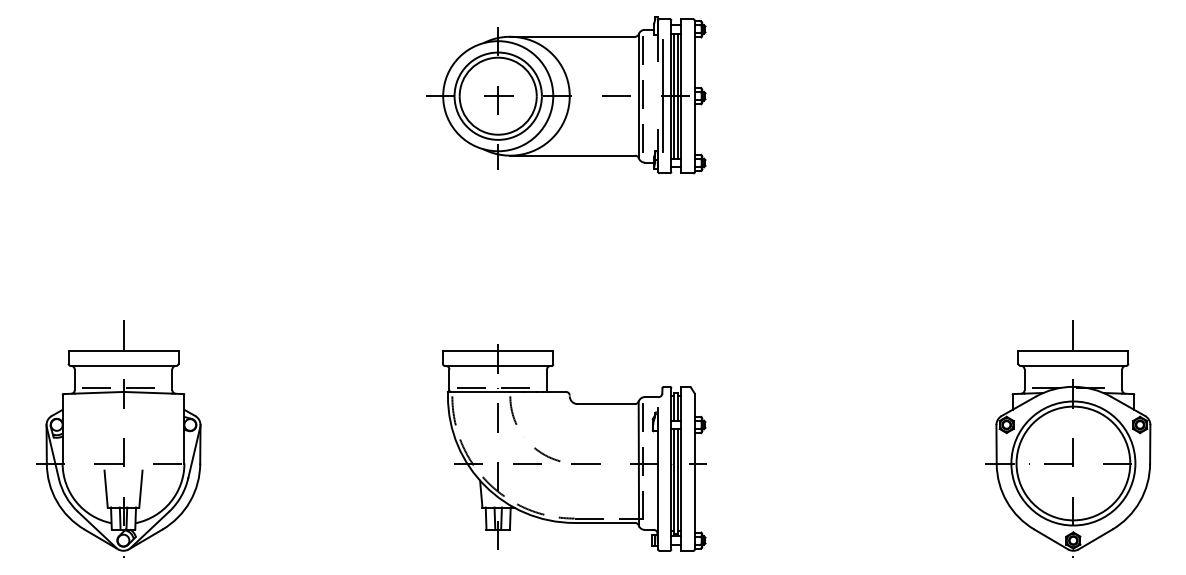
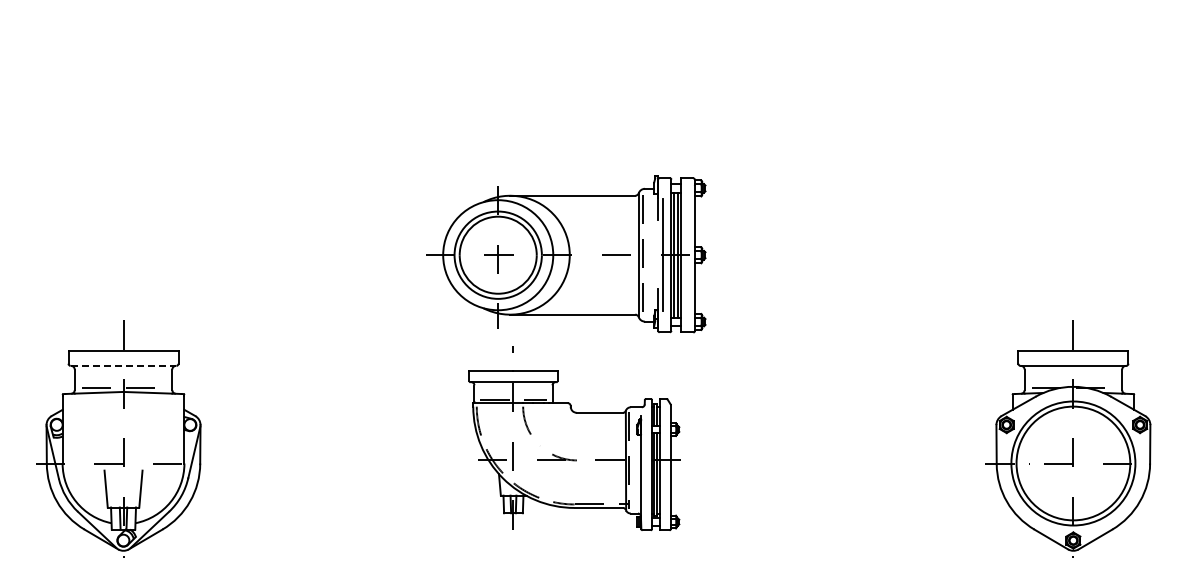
part at (566, 95) position: (566, 95) -> (566, 254)
line at (123, 365): solid -> dashed
part at (574, 447) size: 265x208 px -> 213x162 px
